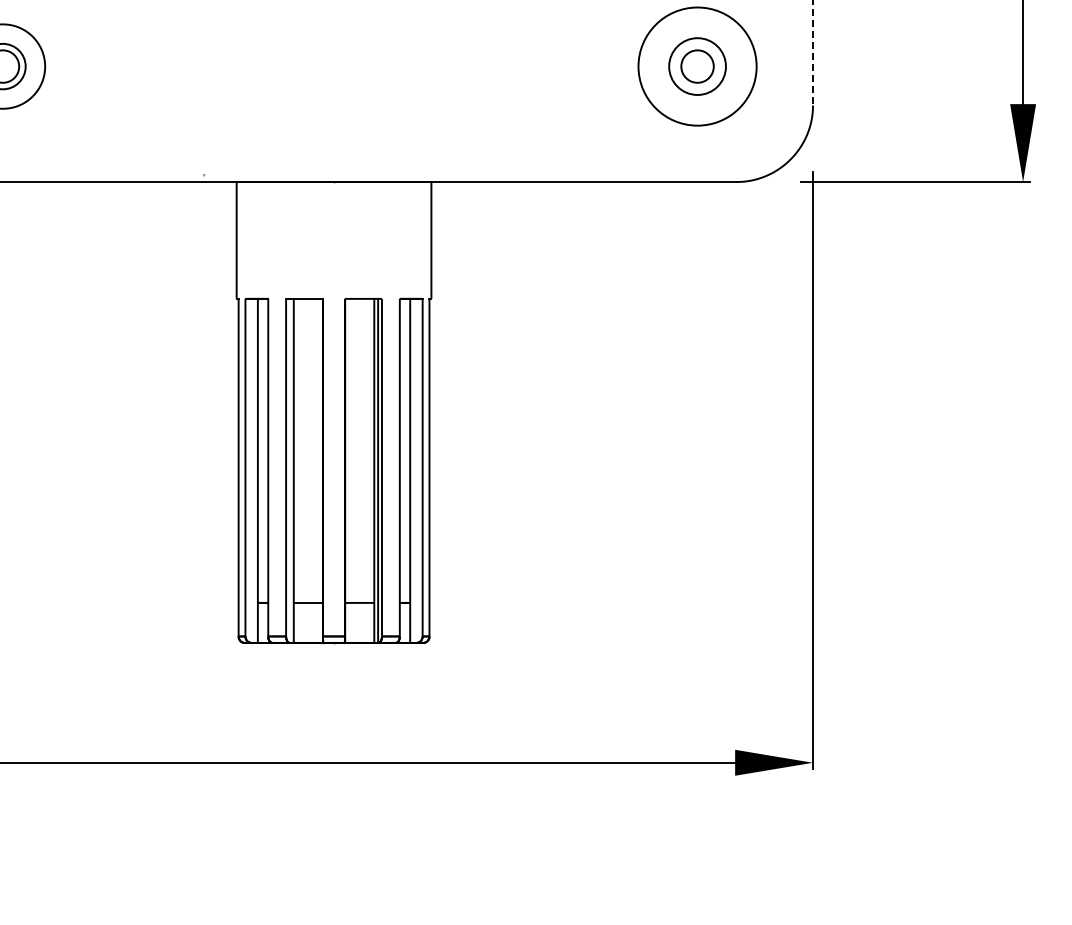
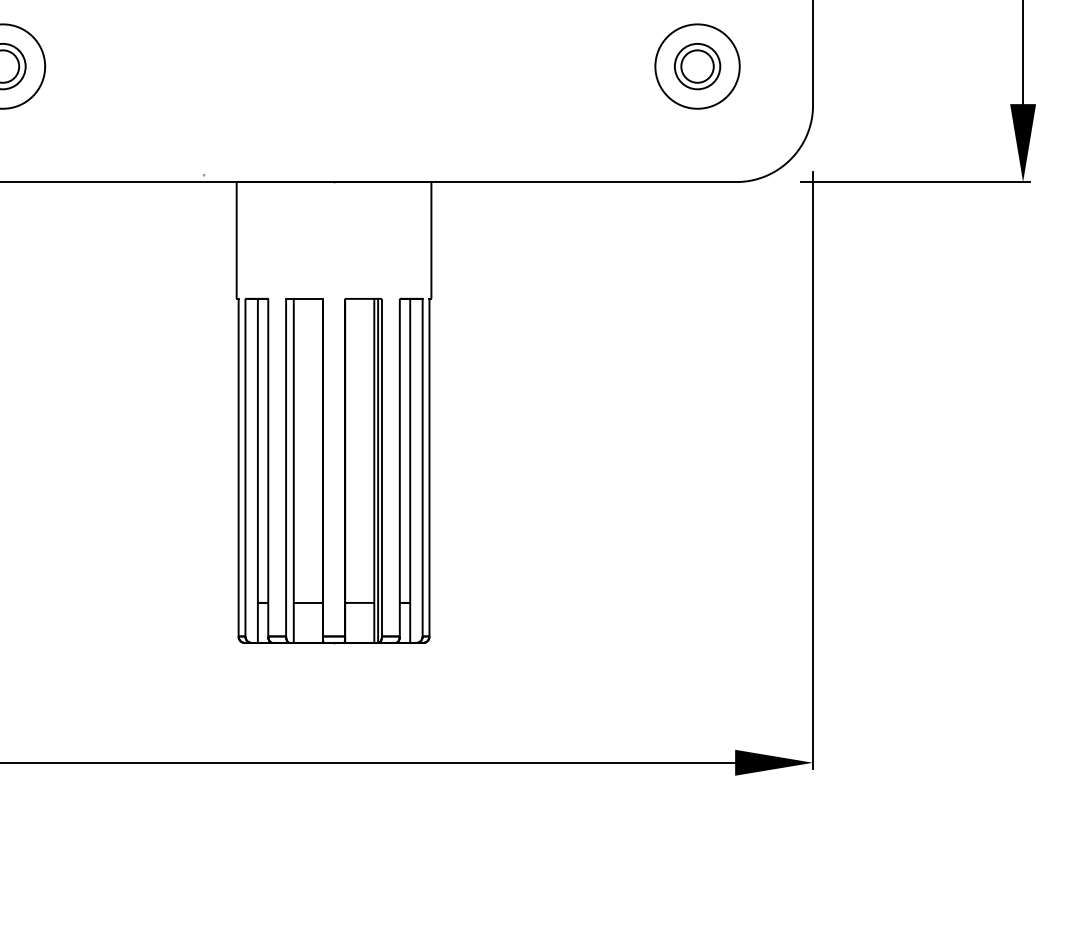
line at (813, 53): dashed -> solid
circle at (697, 66) diameter: 118 px -> 84 px
circle at (697, 66) diameter: 57 px -> 45 px
